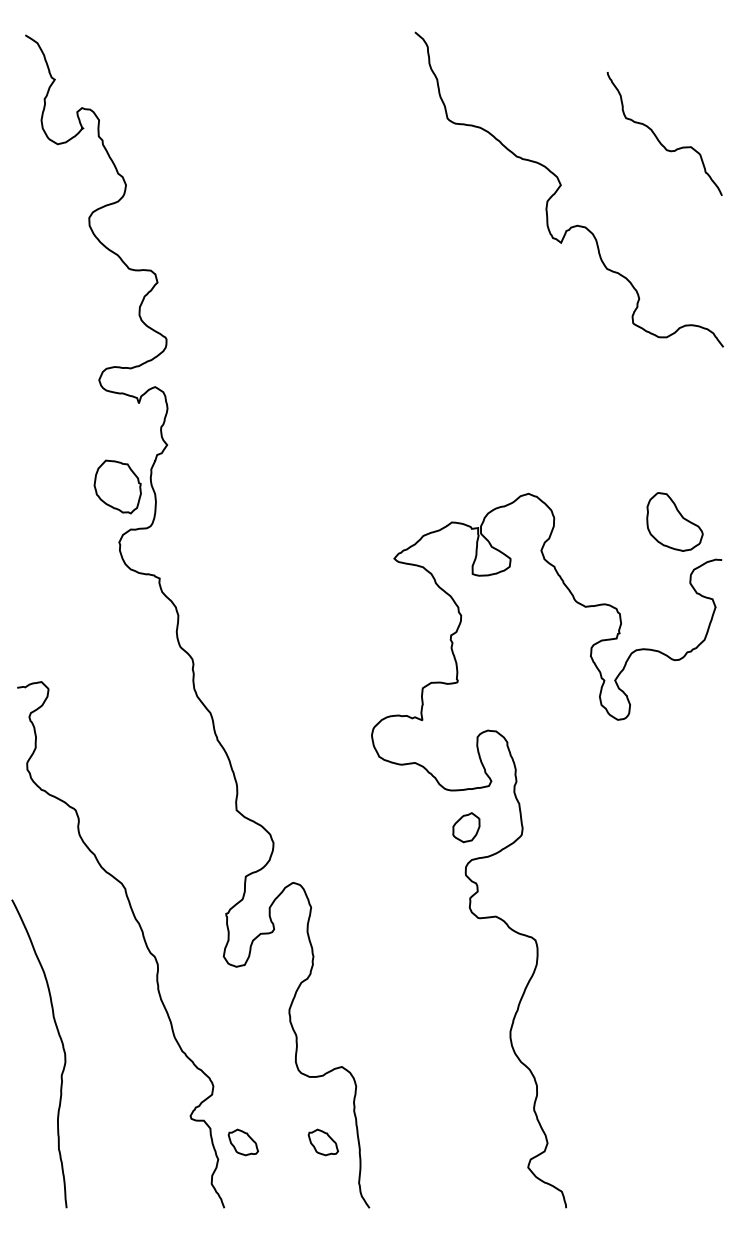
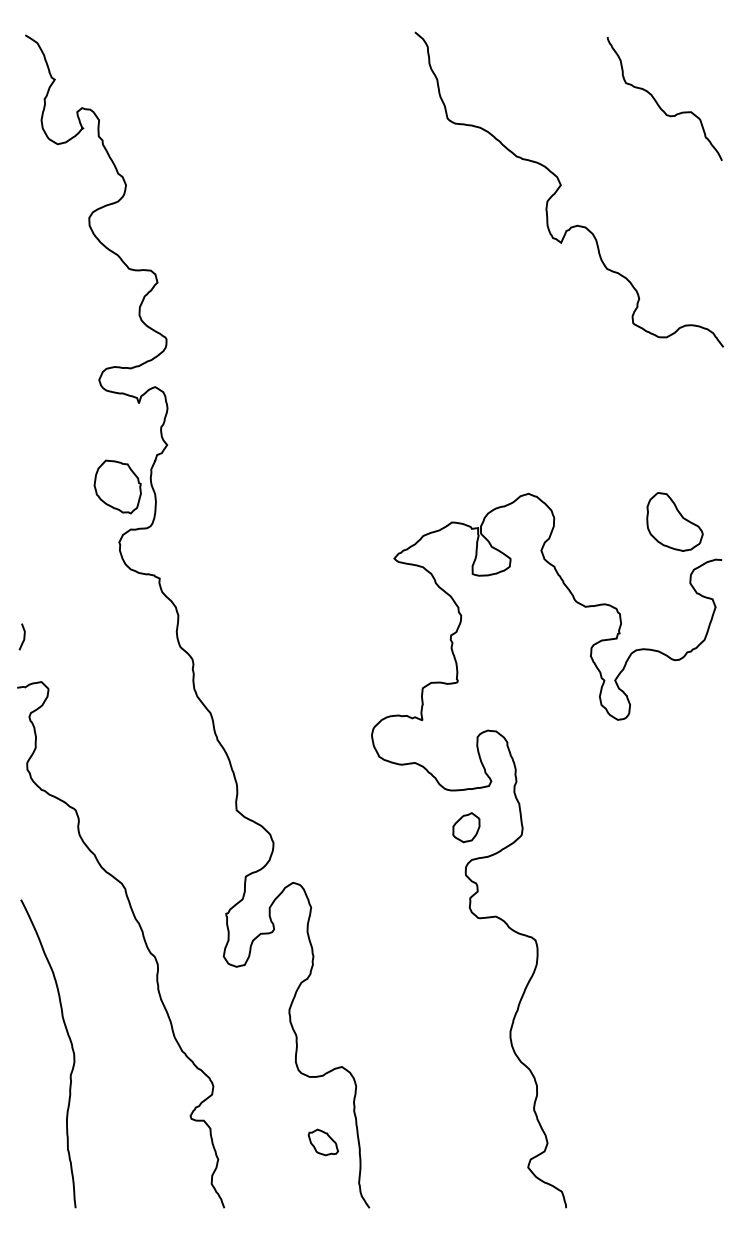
curve at (657, 136) position: (657, 136) -> (657, 101)
line at (23, 636): none -> present
curve at (62, 1048) position: (62, 1048) -> (71, 1048)
part at (243, 1142): present -> none
